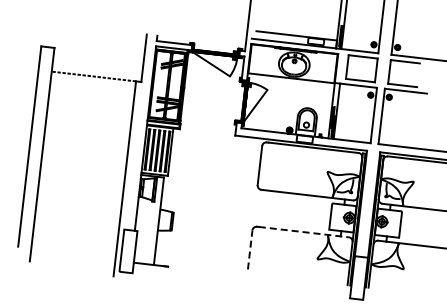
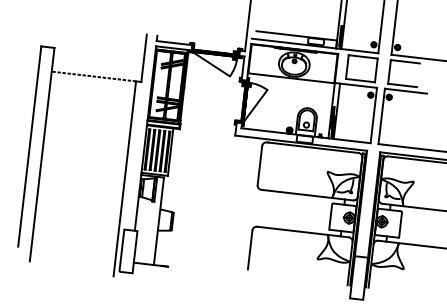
line at (304, 232): dashed -> solid
line at (250, 249): dashed -> solid
